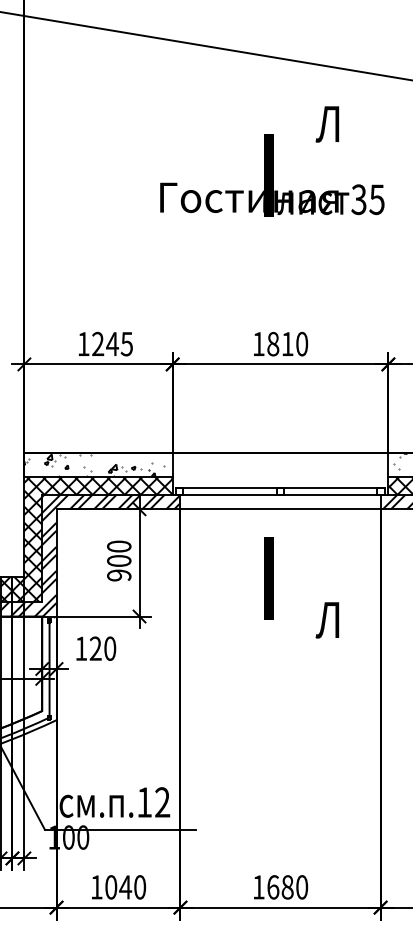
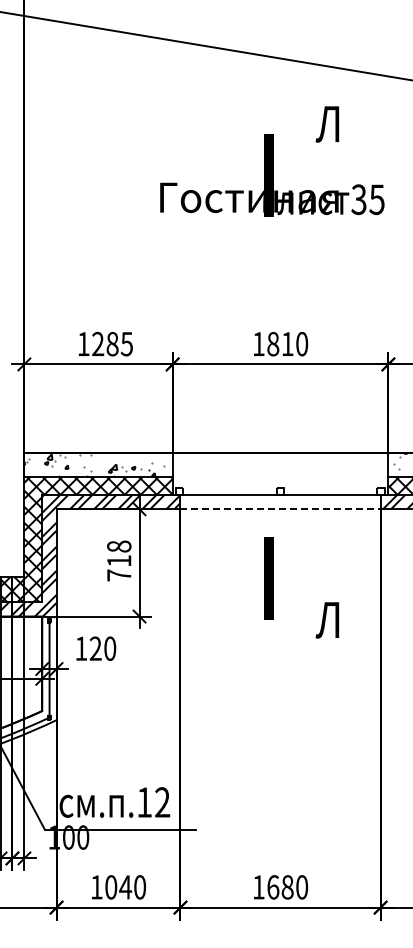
text at (112, 344): 1245 -> 1285
line at (279, 487): present -> none
line at (281, 509): solid -> dashed
text at (119, 560): 900 -> 718
